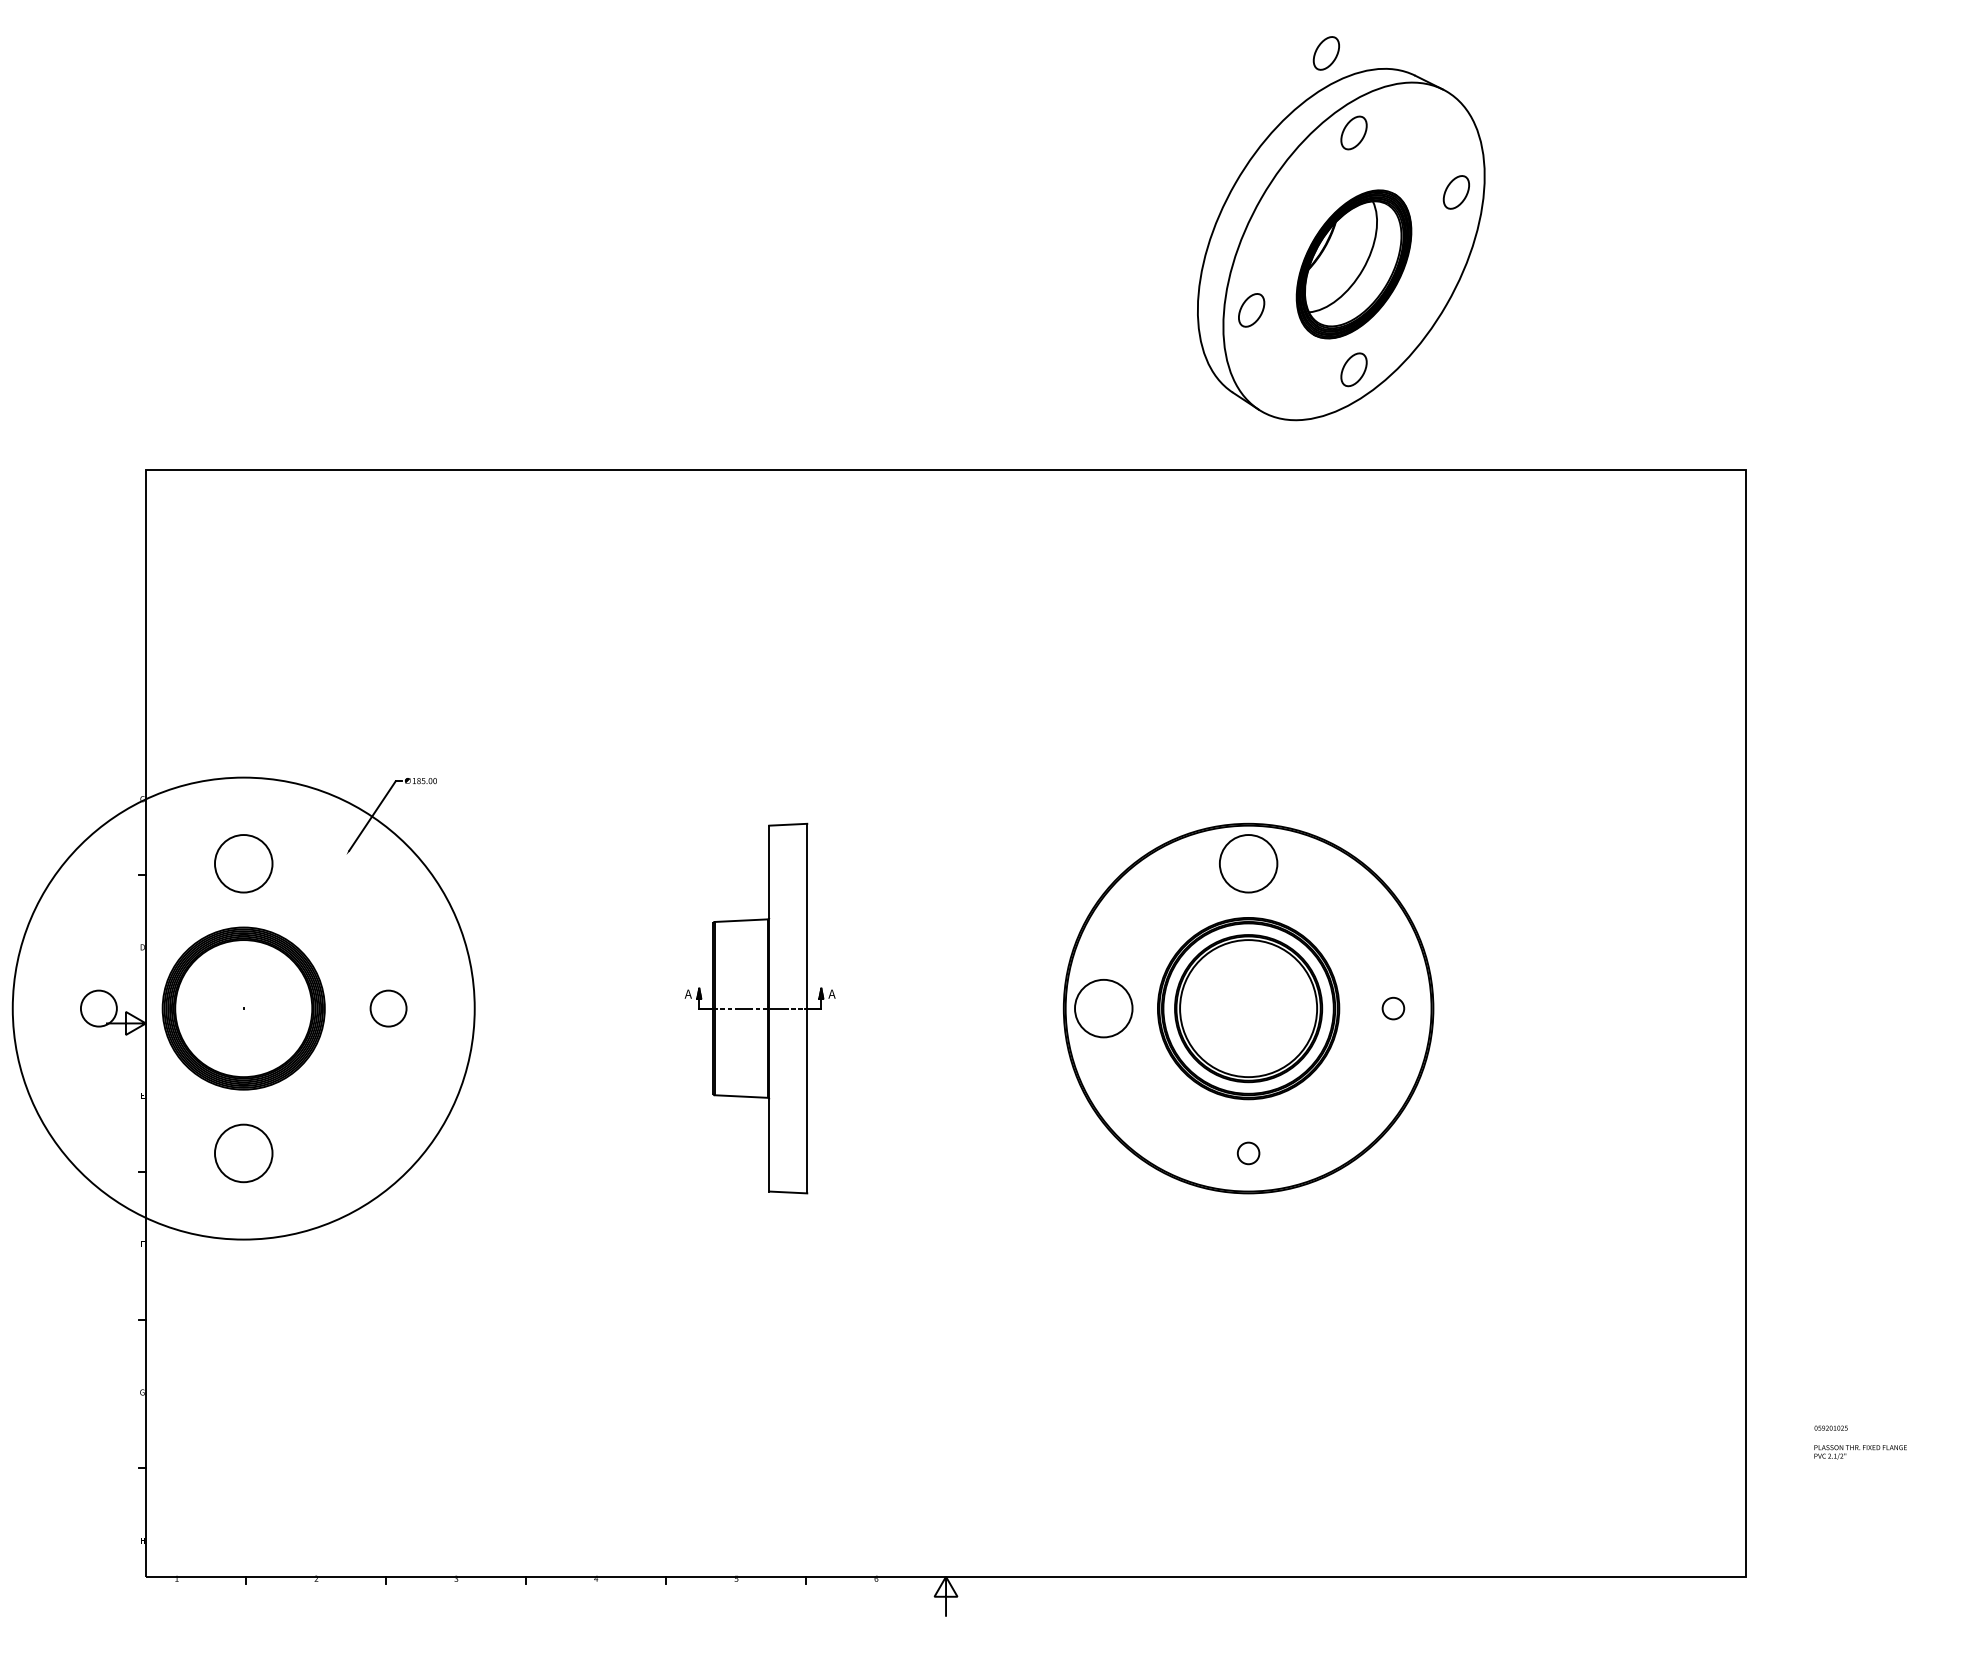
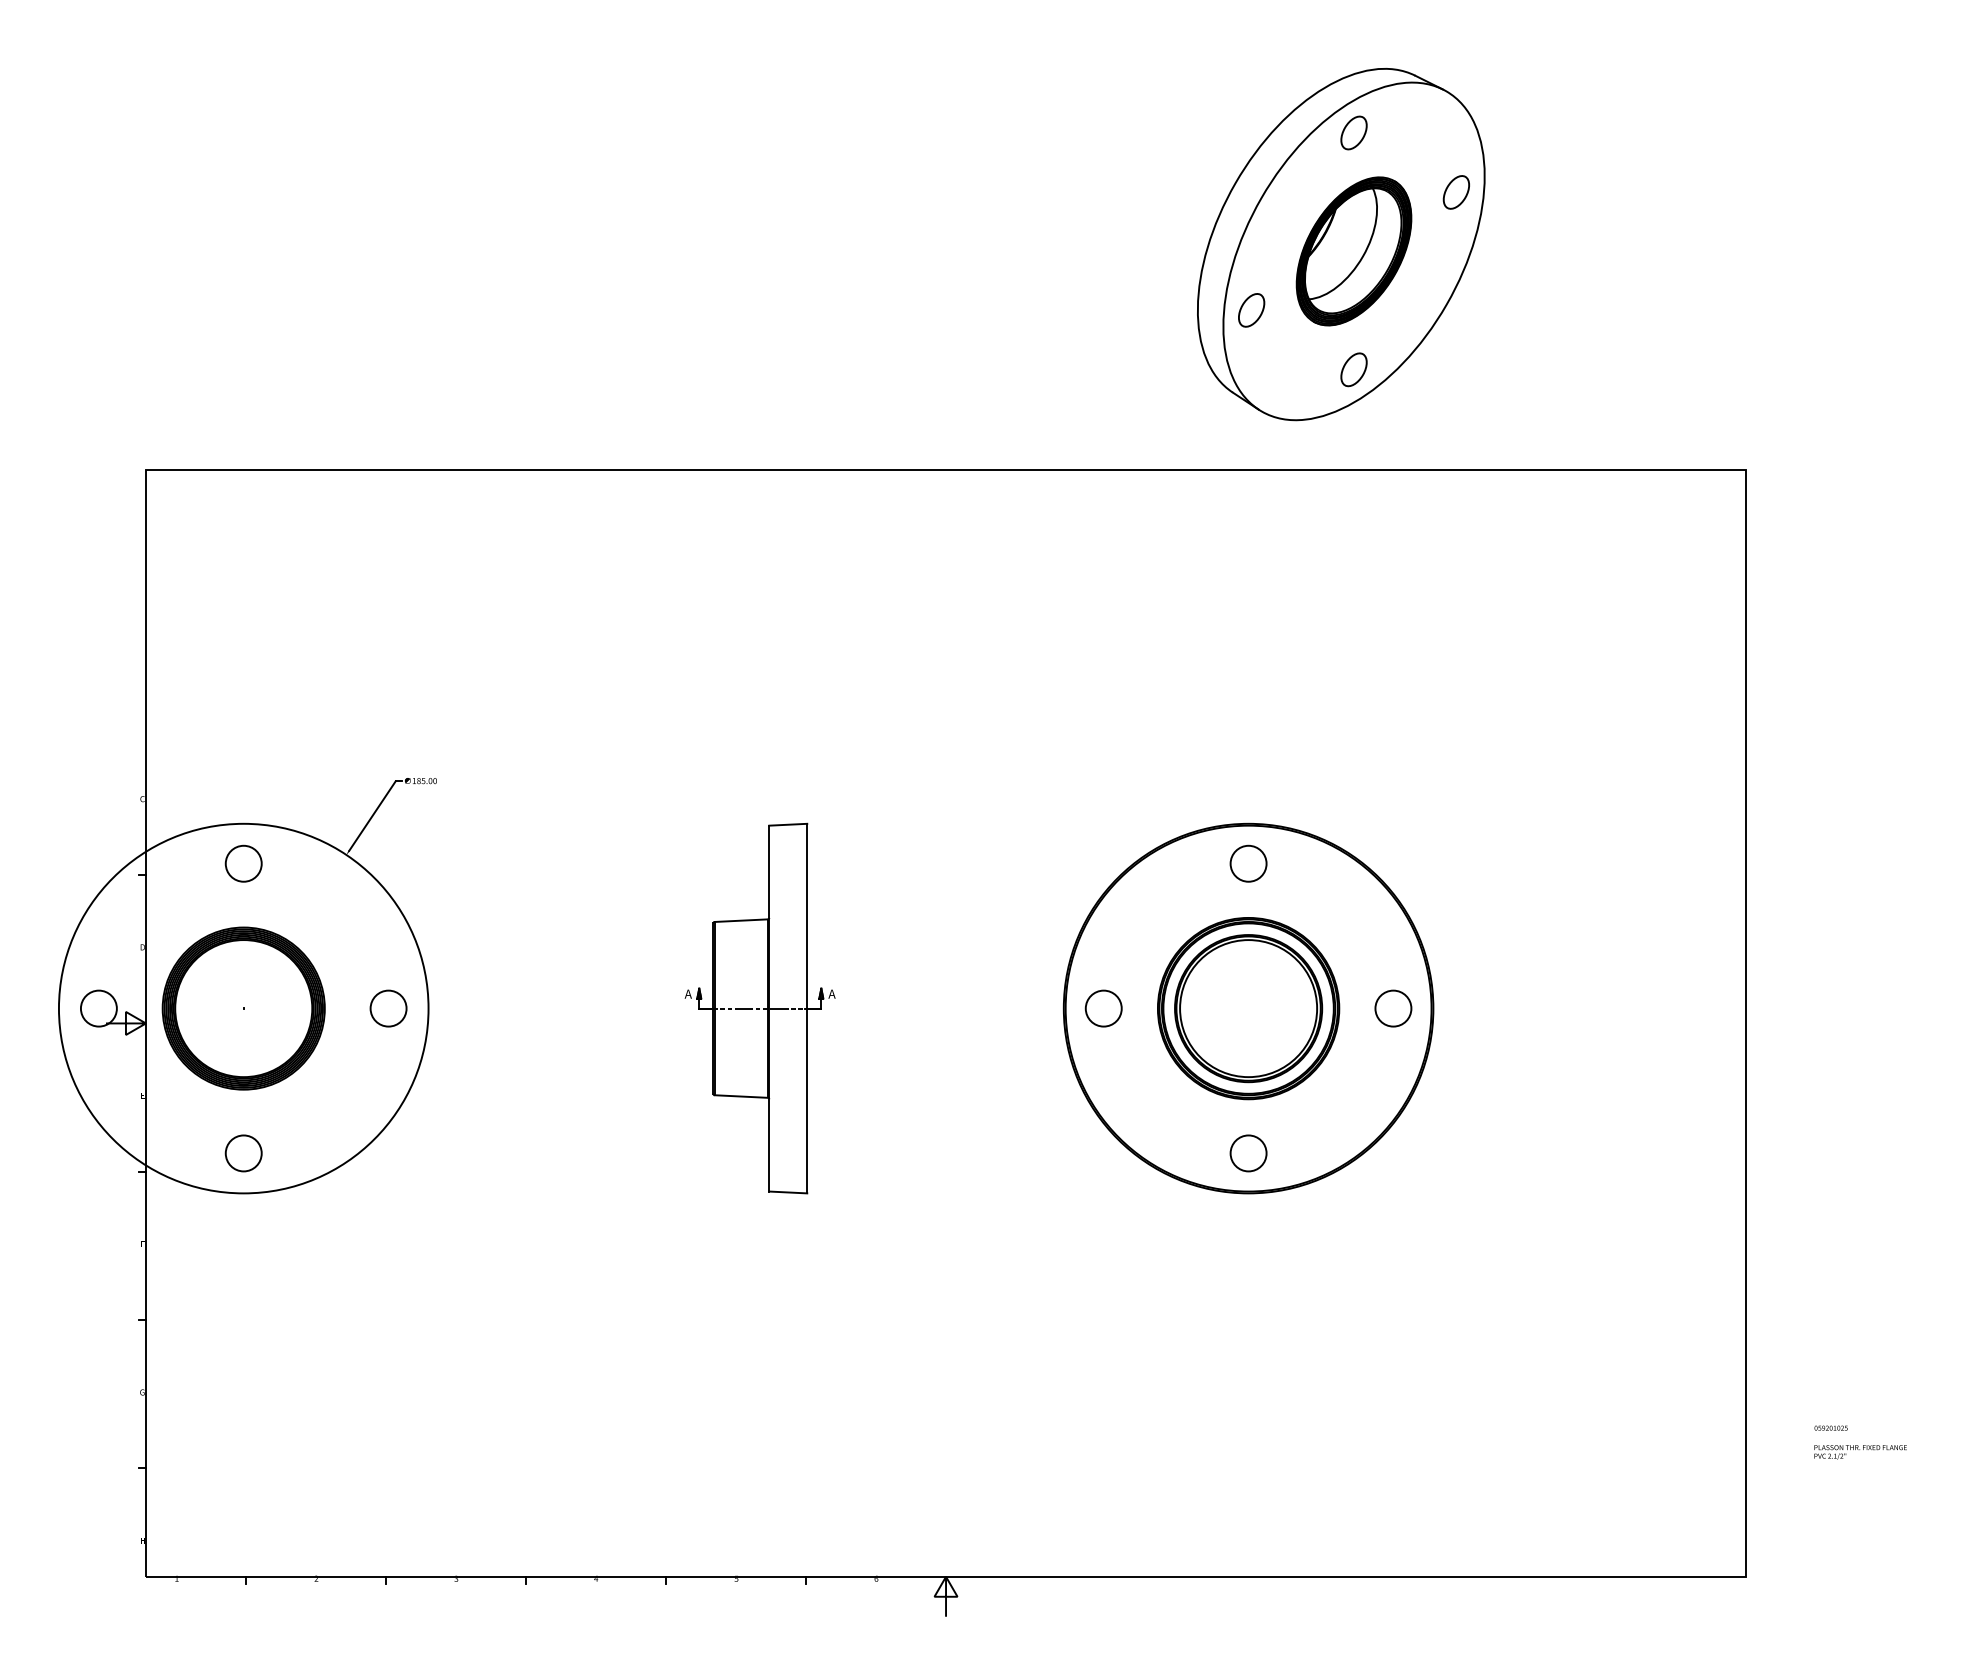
part at (1325, 53): present -> none
part at (1353, 264) position: (1353, 264) -> (1353, 251)
circle at (243, 863) diameter: 58 px -> 36 px
circle at (1248, 863) diameter: 58 px -> 36 px
circle at (243, 1008) diameter: 462 px -> 370 px
circle at (1103, 1008) diameter: 58 px -> 36 px
circle at (1393, 1008) diameter: 22 px -> 36 px
circle at (243, 1153) diameter: 58 px -> 36 px
circle at (1248, 1153) diameter: 22 px -> 36 px
